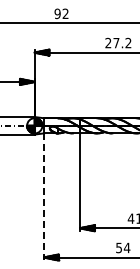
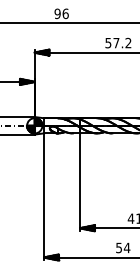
text at (65, 13): 92 -> 96
text at (108, 42): 27.2 -> 57.2
line at (44, 196): dashed -> solid
